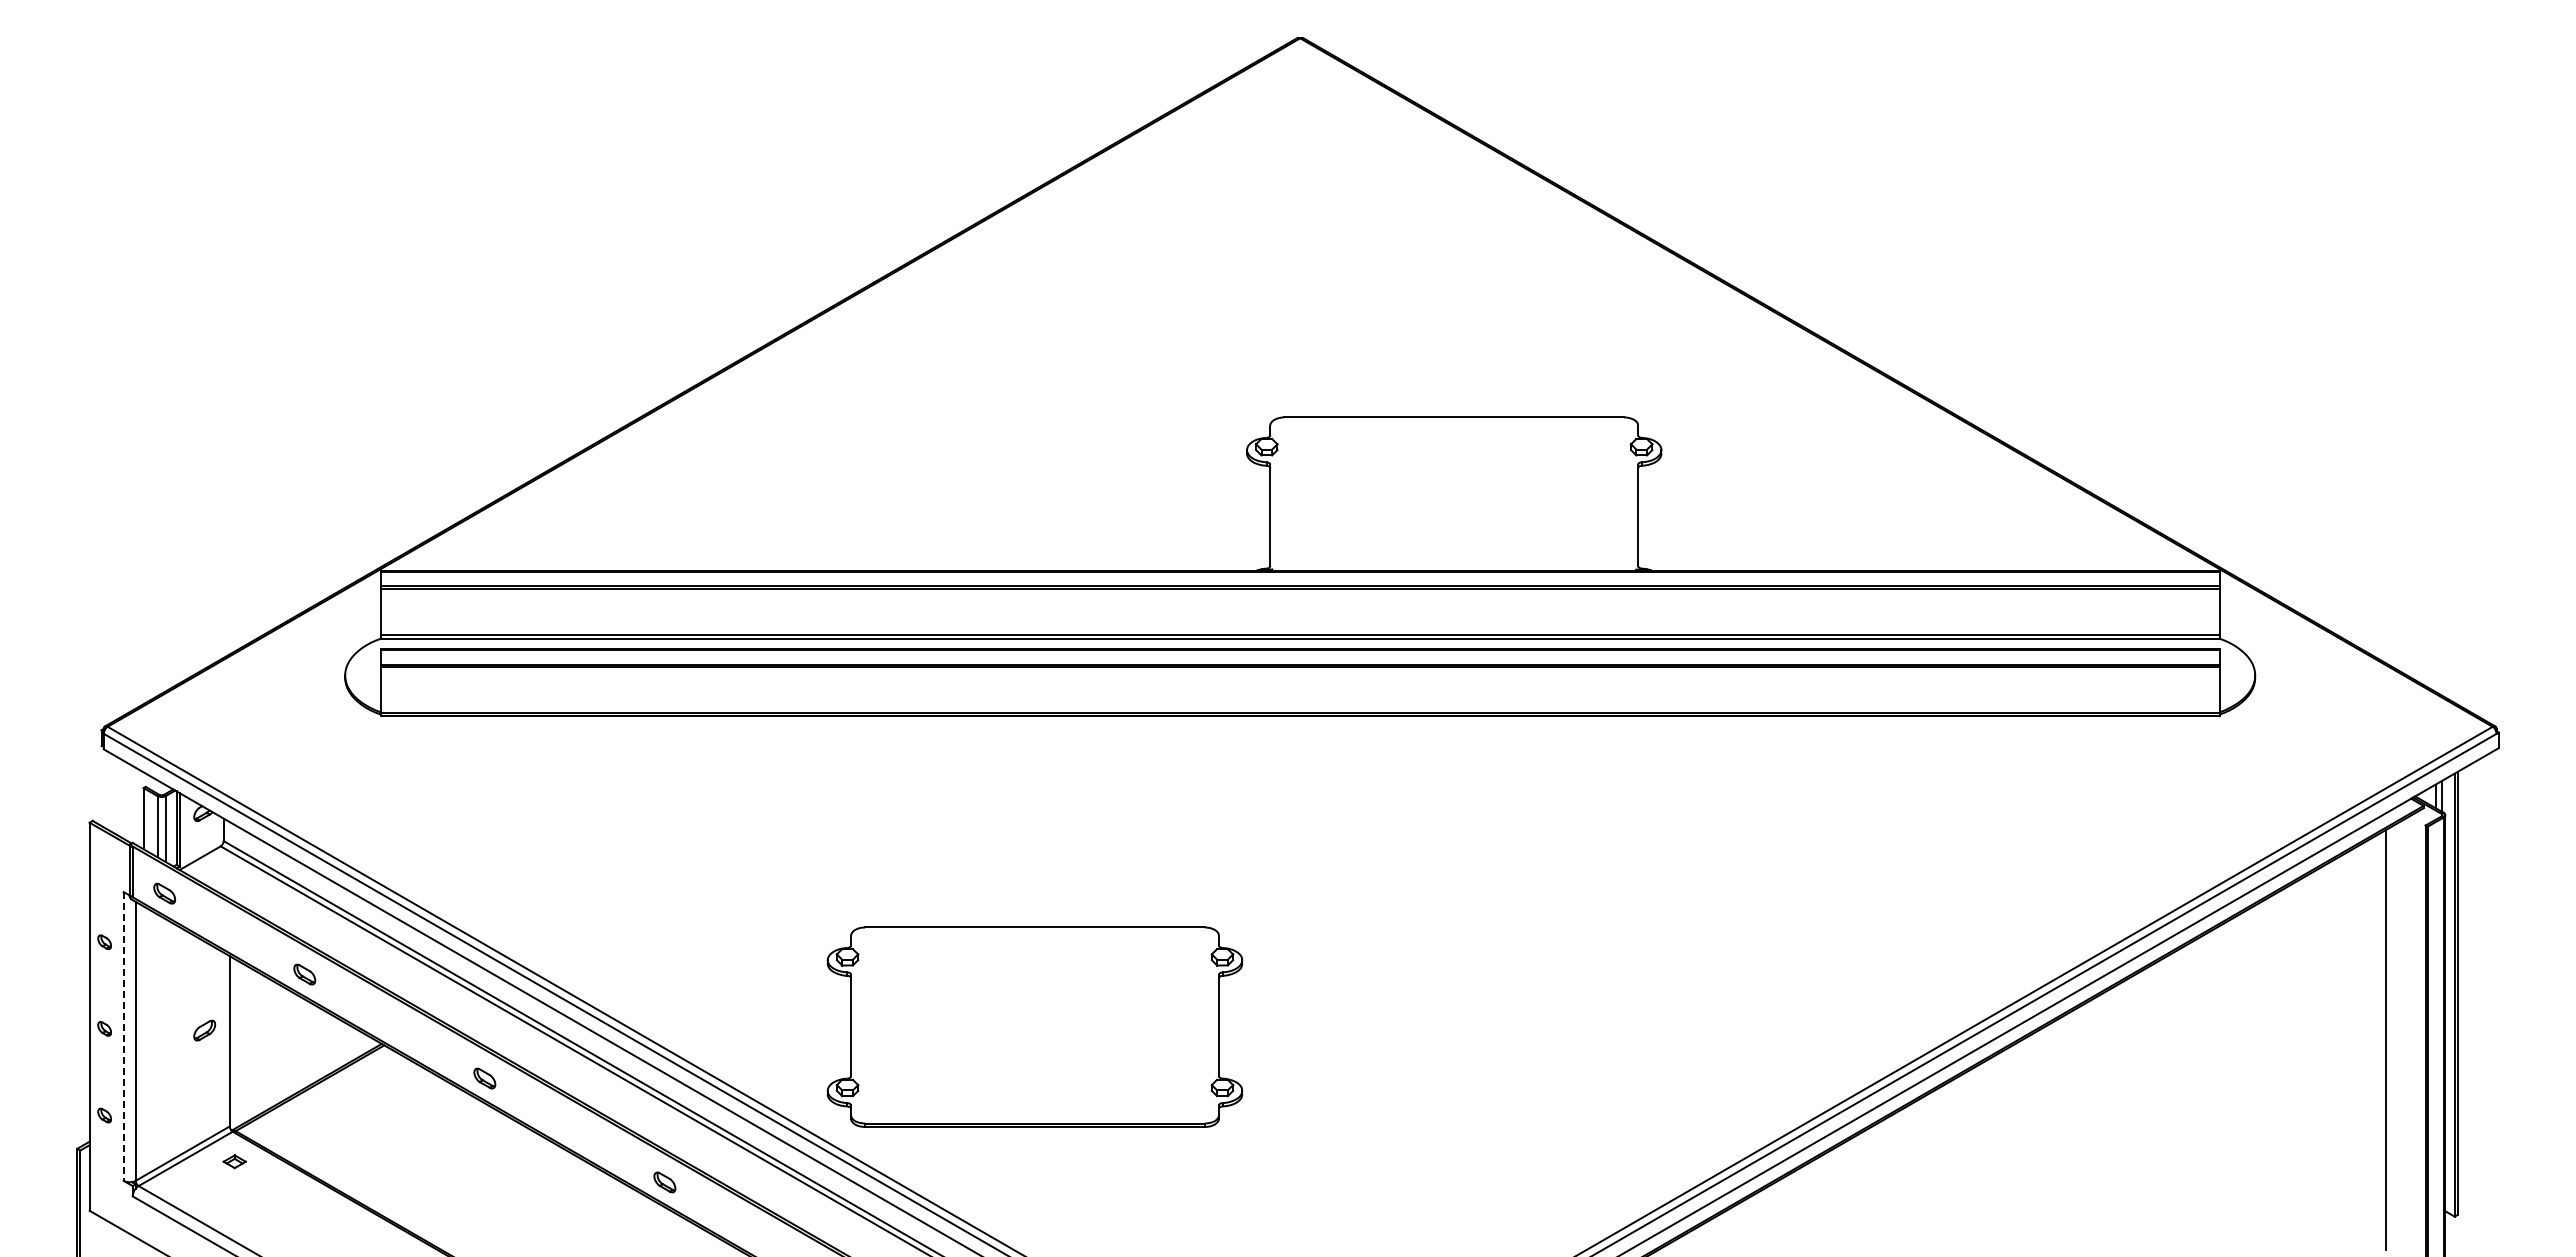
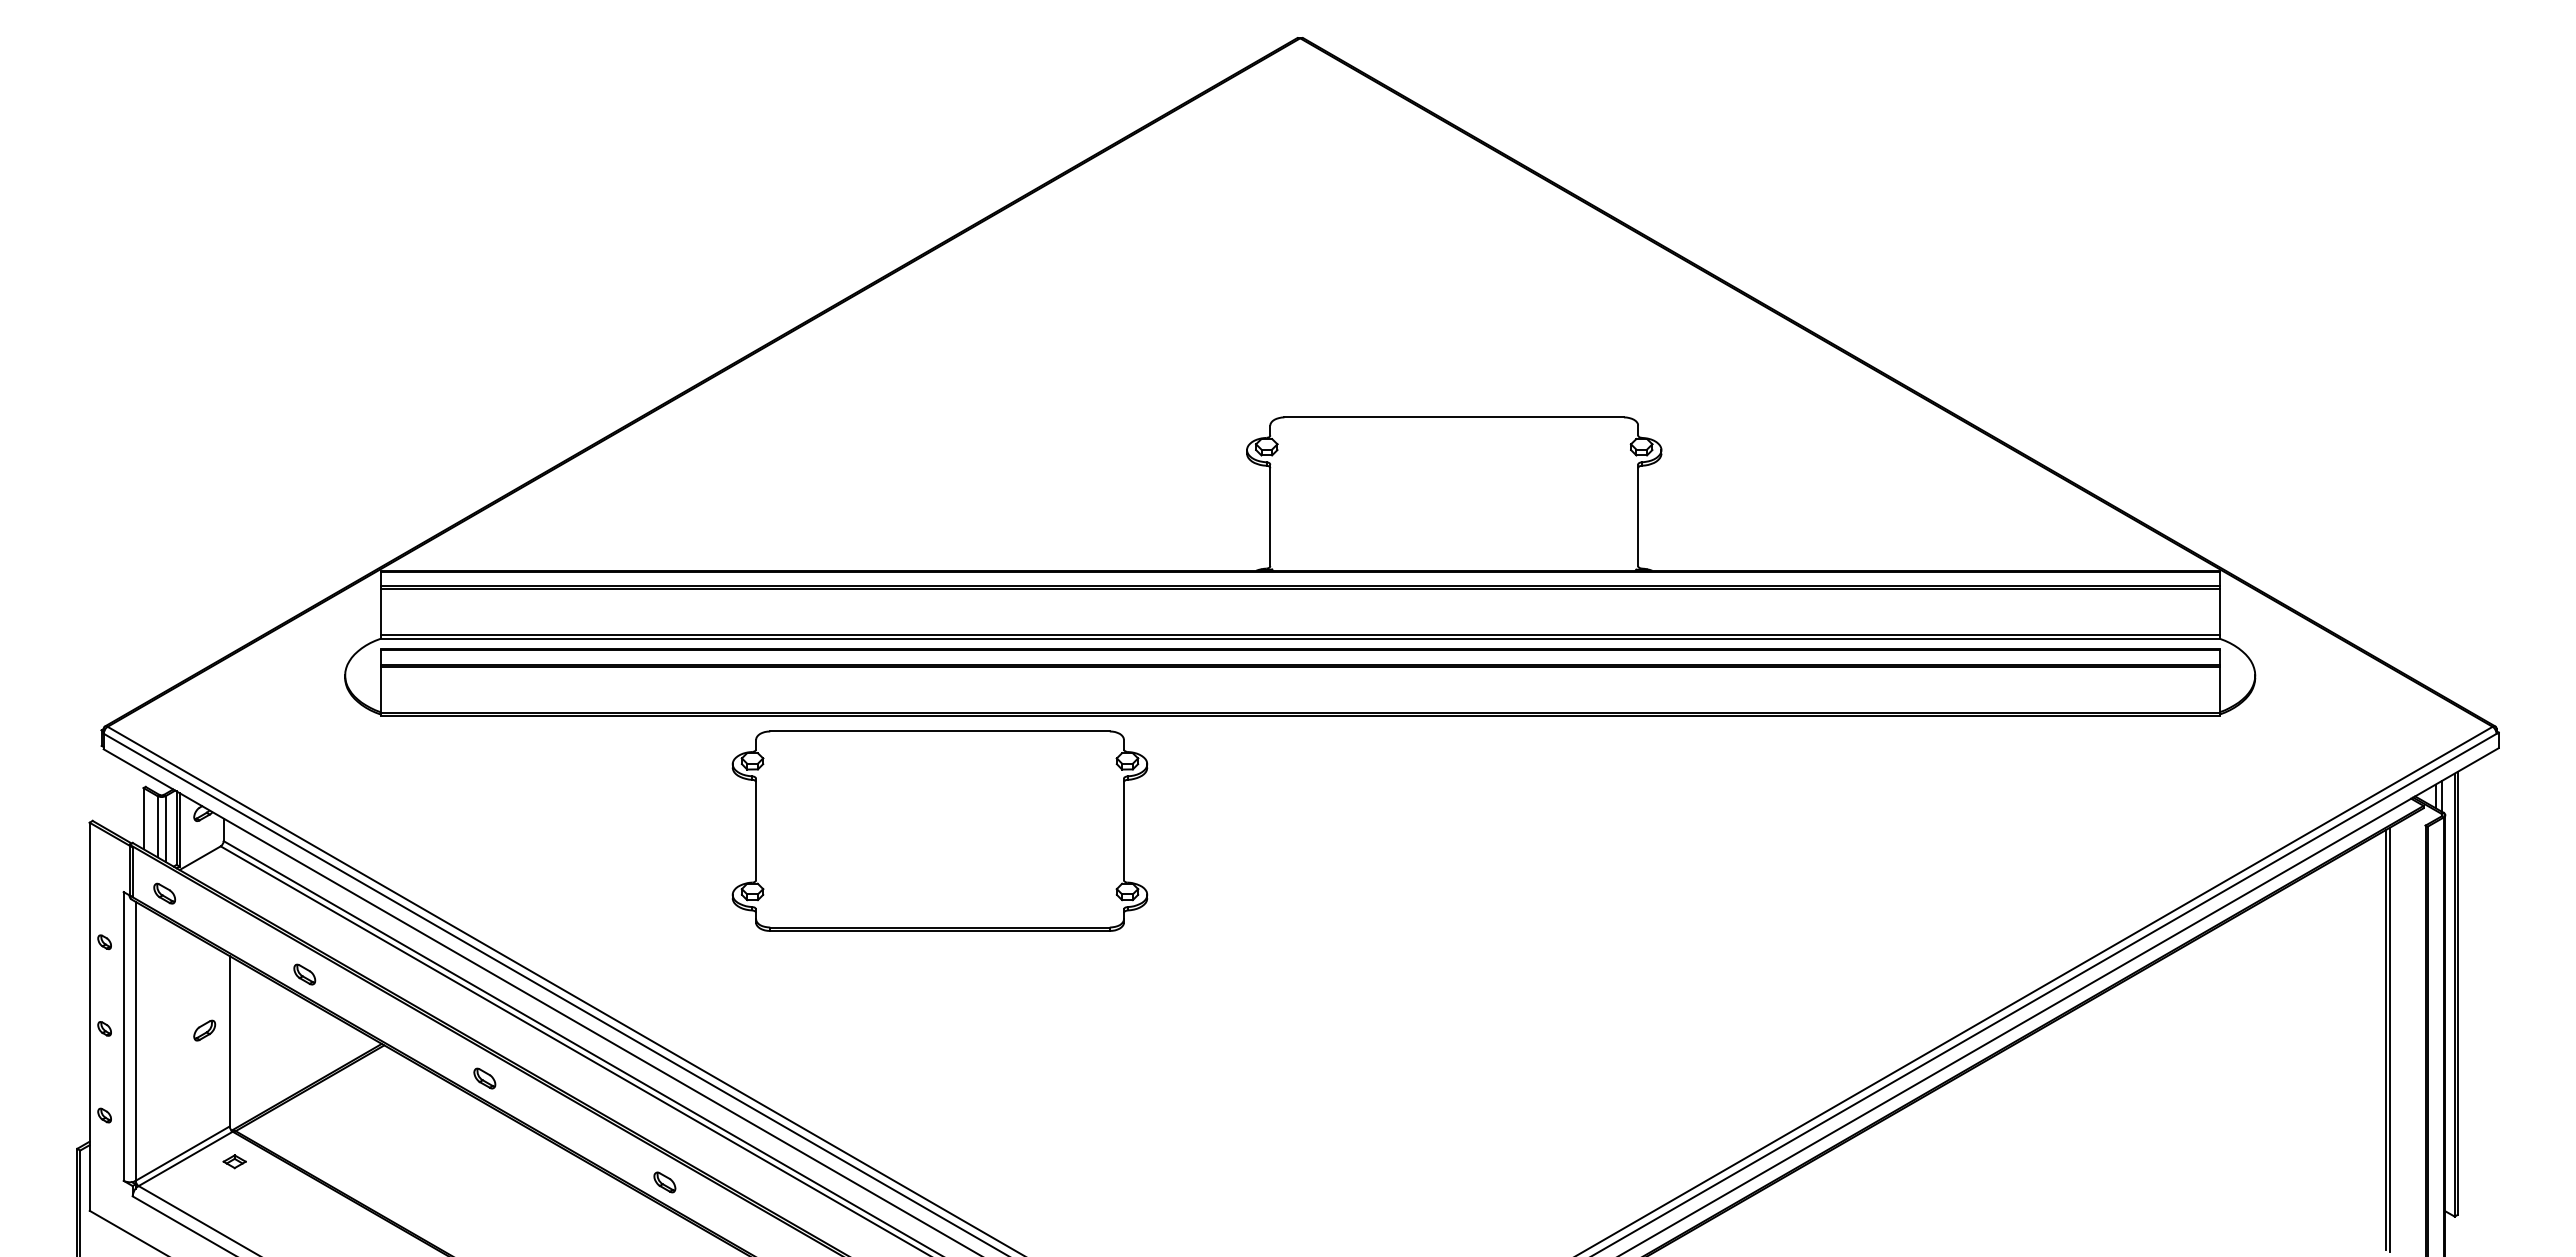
part at (1034, 1026) position: (1034, 1026) -> (939, 830)
line at (123, 1036): dashed -> solid
line at (2389, 1039): none -> present
